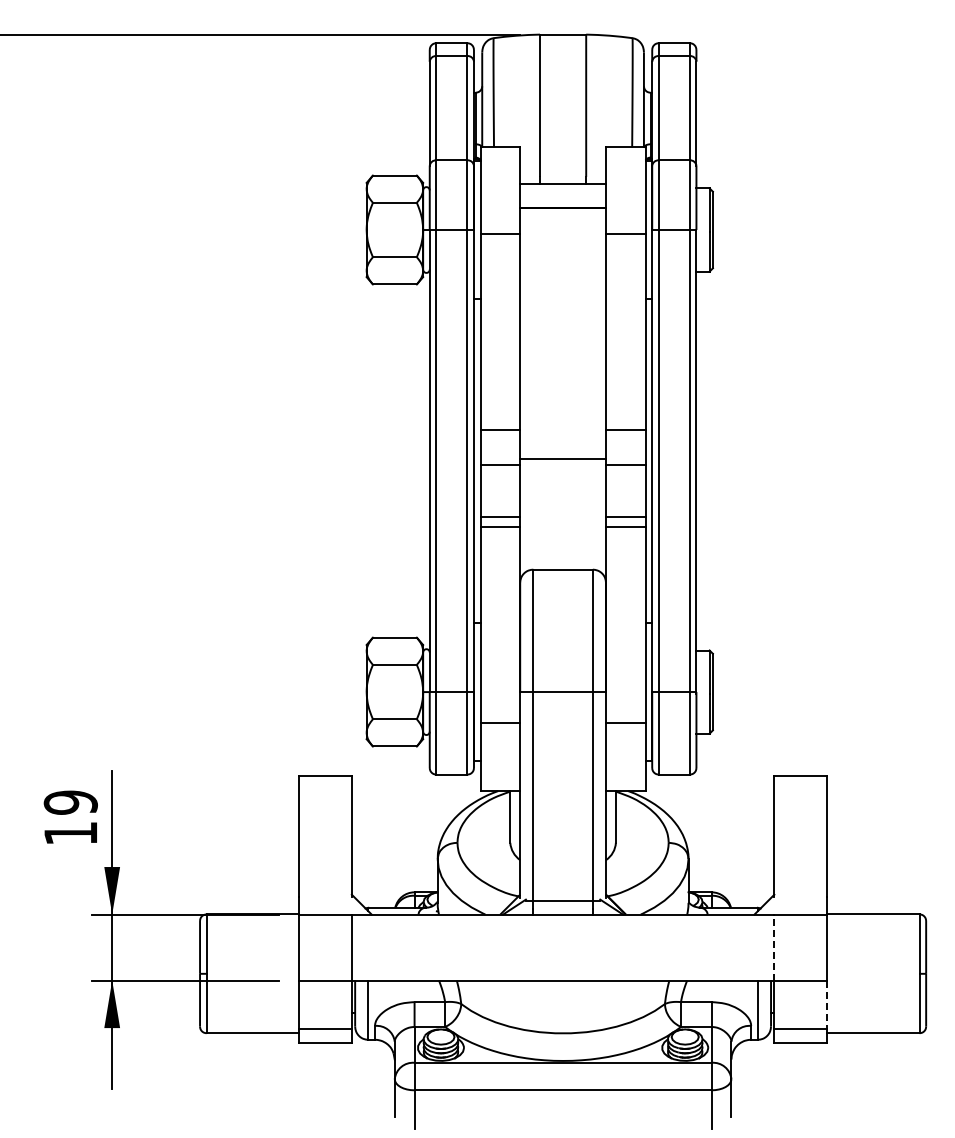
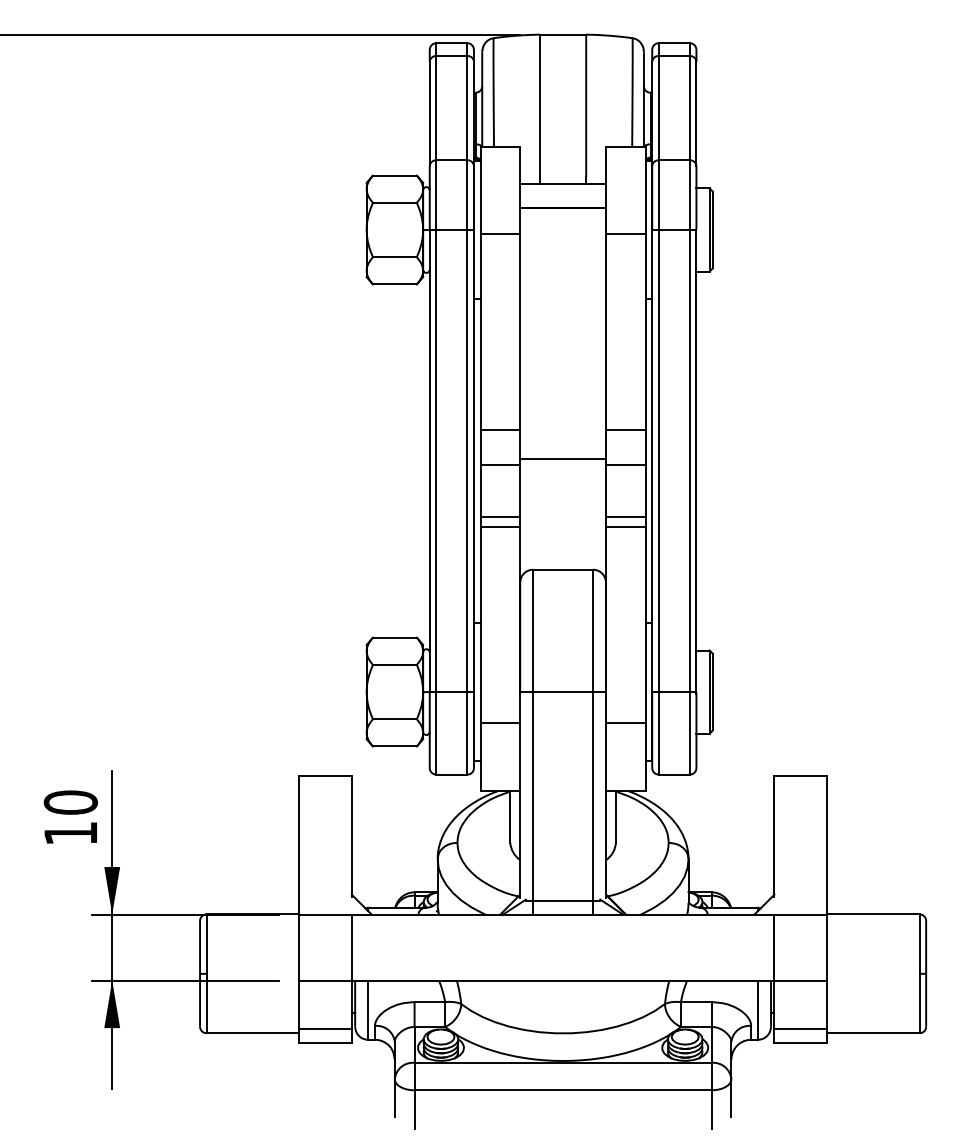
text at (70, 802): 19 -> 10
line at (774, 947): dashed -> solid
line at (827, 1005): dashed -> solid
